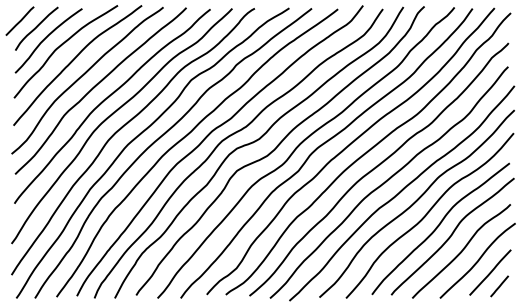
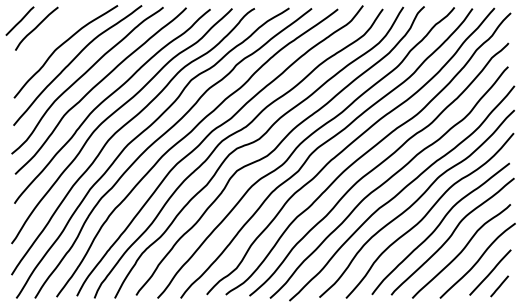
curve at (46, 38): present -> none
